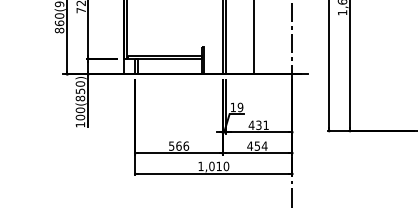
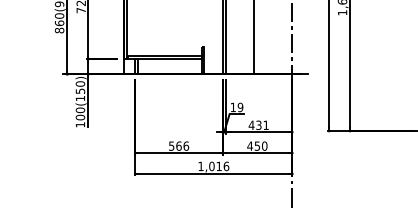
text at (80, 98): 100(850) -> 100(150)
text at (264, 145): 454 -> 450
text at (226, 165): 1,010 -> 1,016
